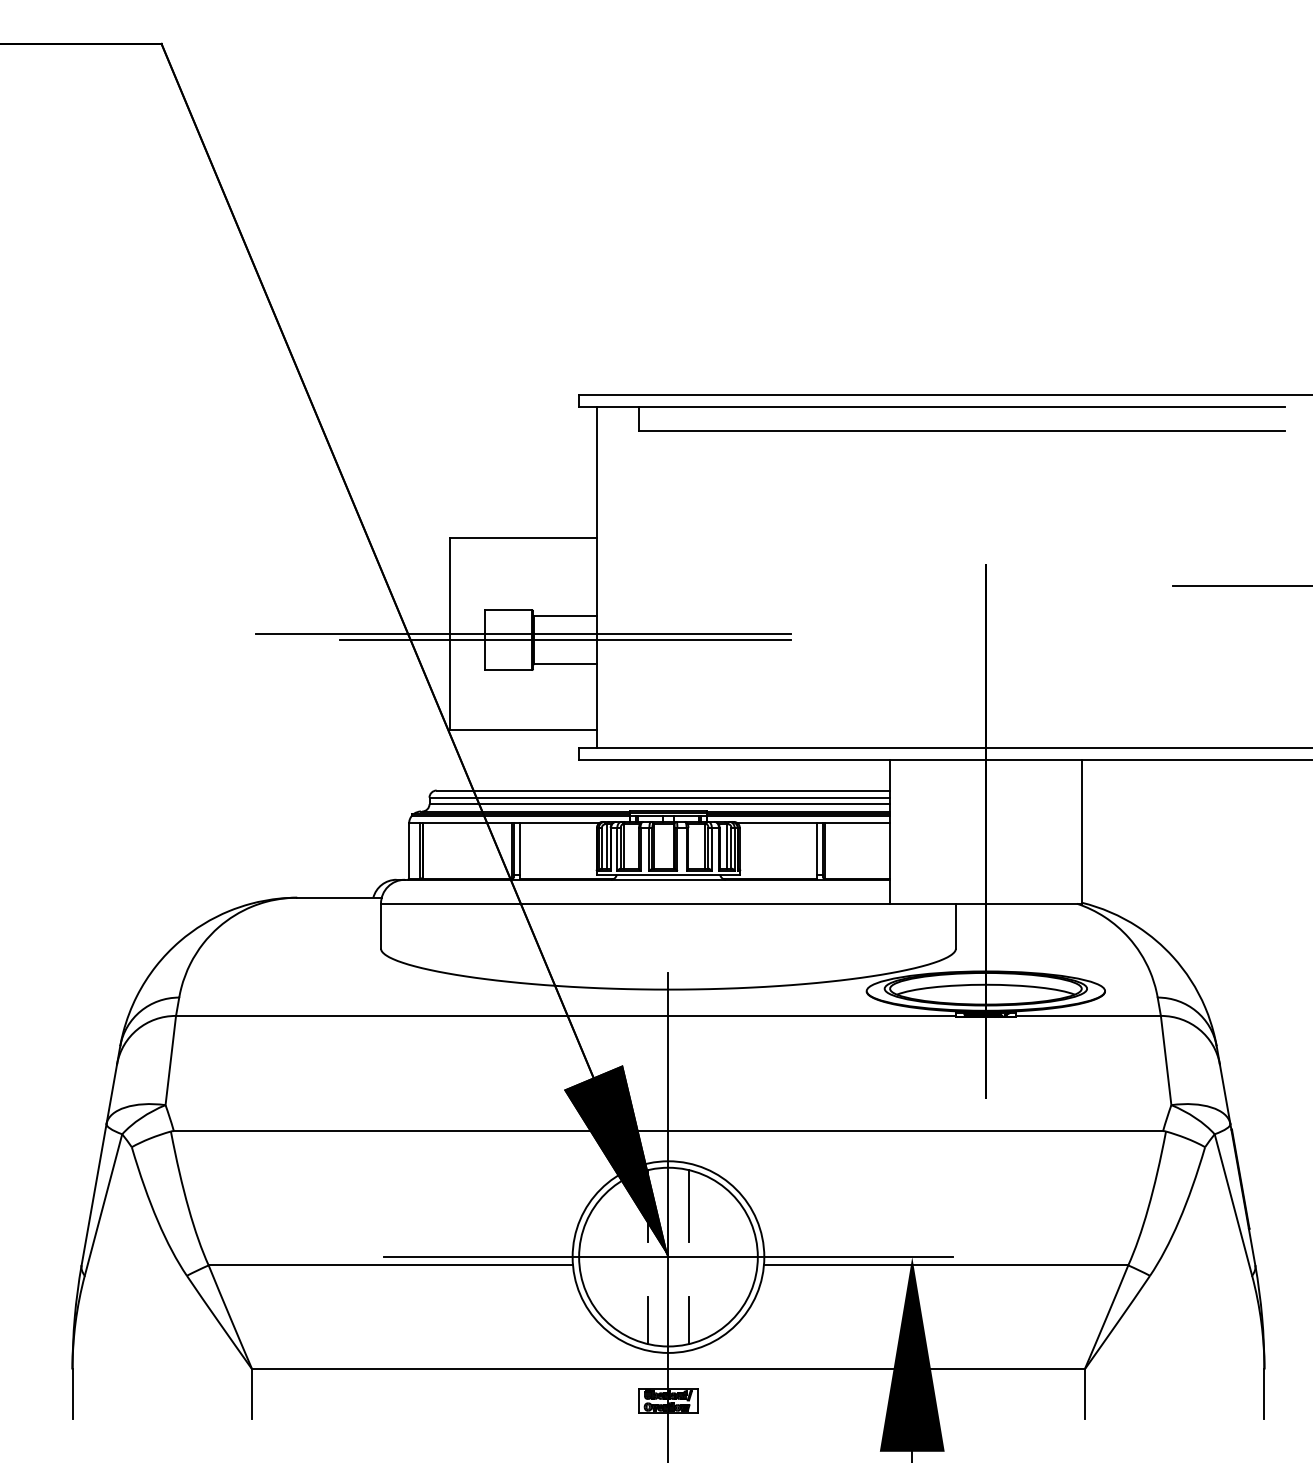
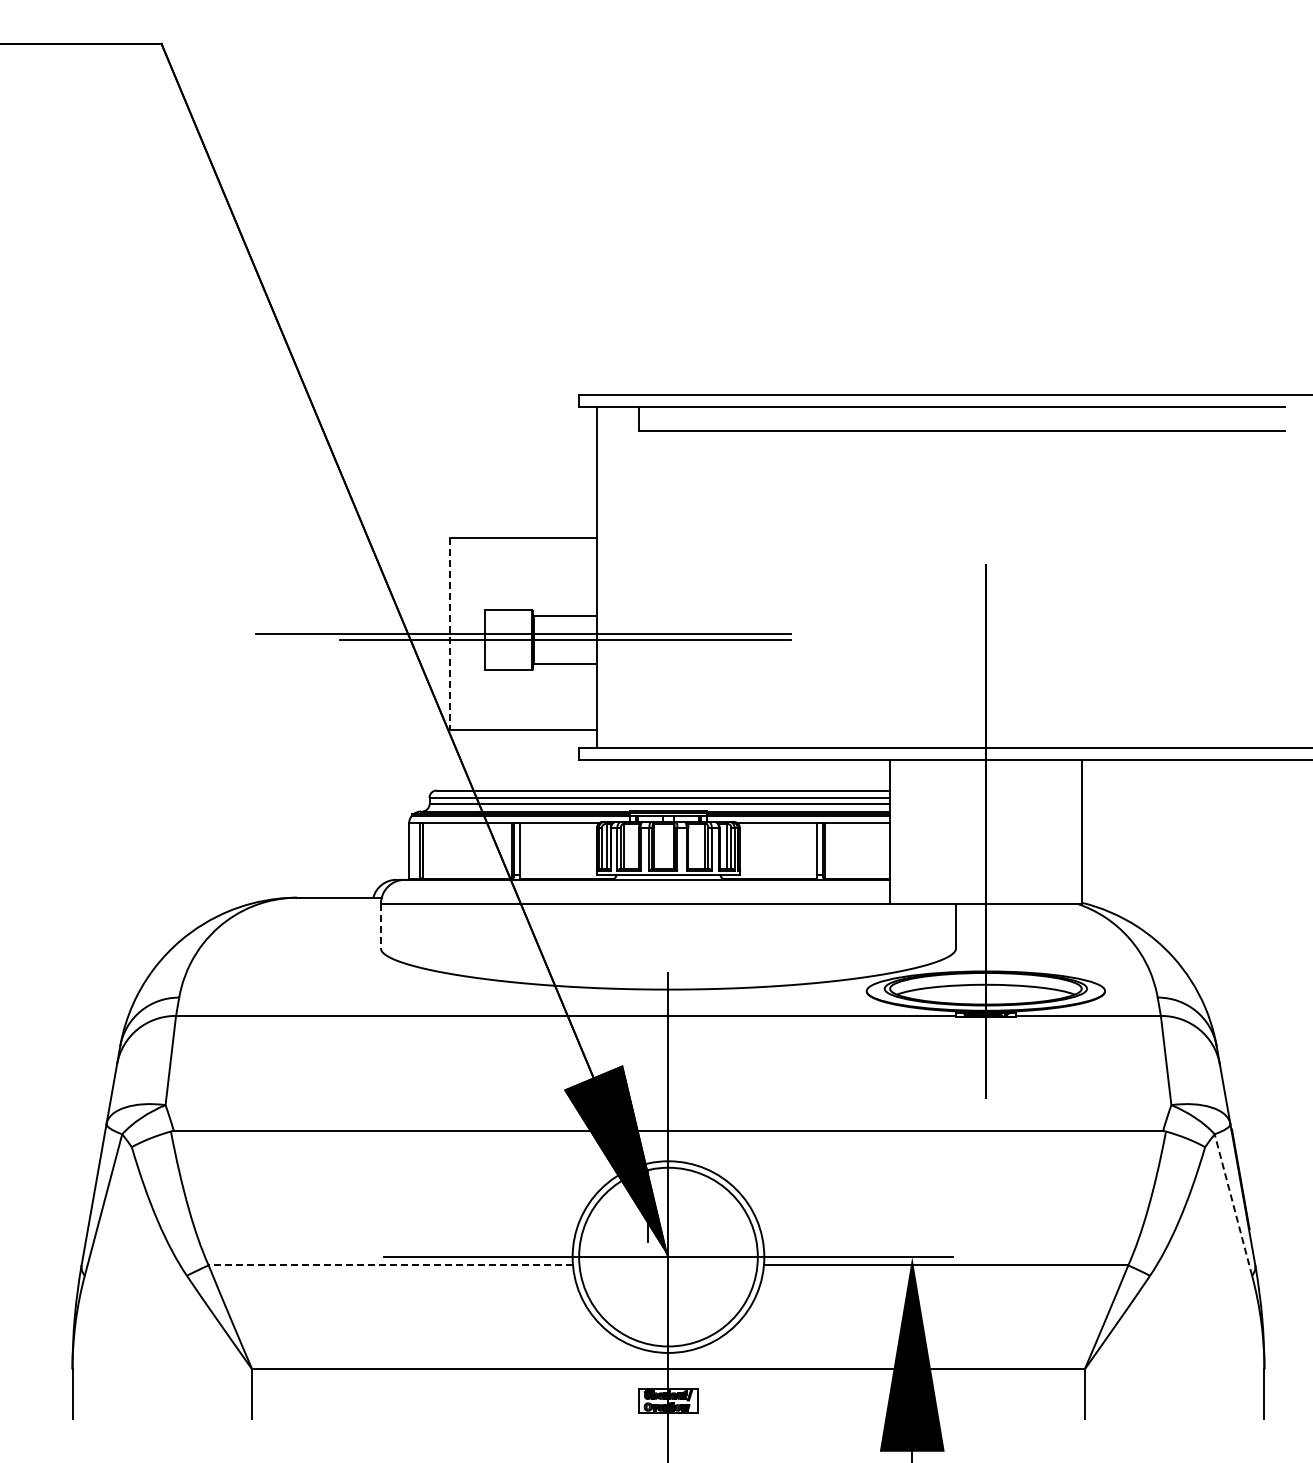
line at (1241, 586): present -> none
line at (450, 634): solid -> dashed
line at (380, 926): solid -> dashed
line at (1233, 1204): solid -> dashed
line at (688, 1206): present -> none
line at (390, 1265): solid -> dashed
line at (648, 1320): present -> none
line at (688, 1320): present -> none
